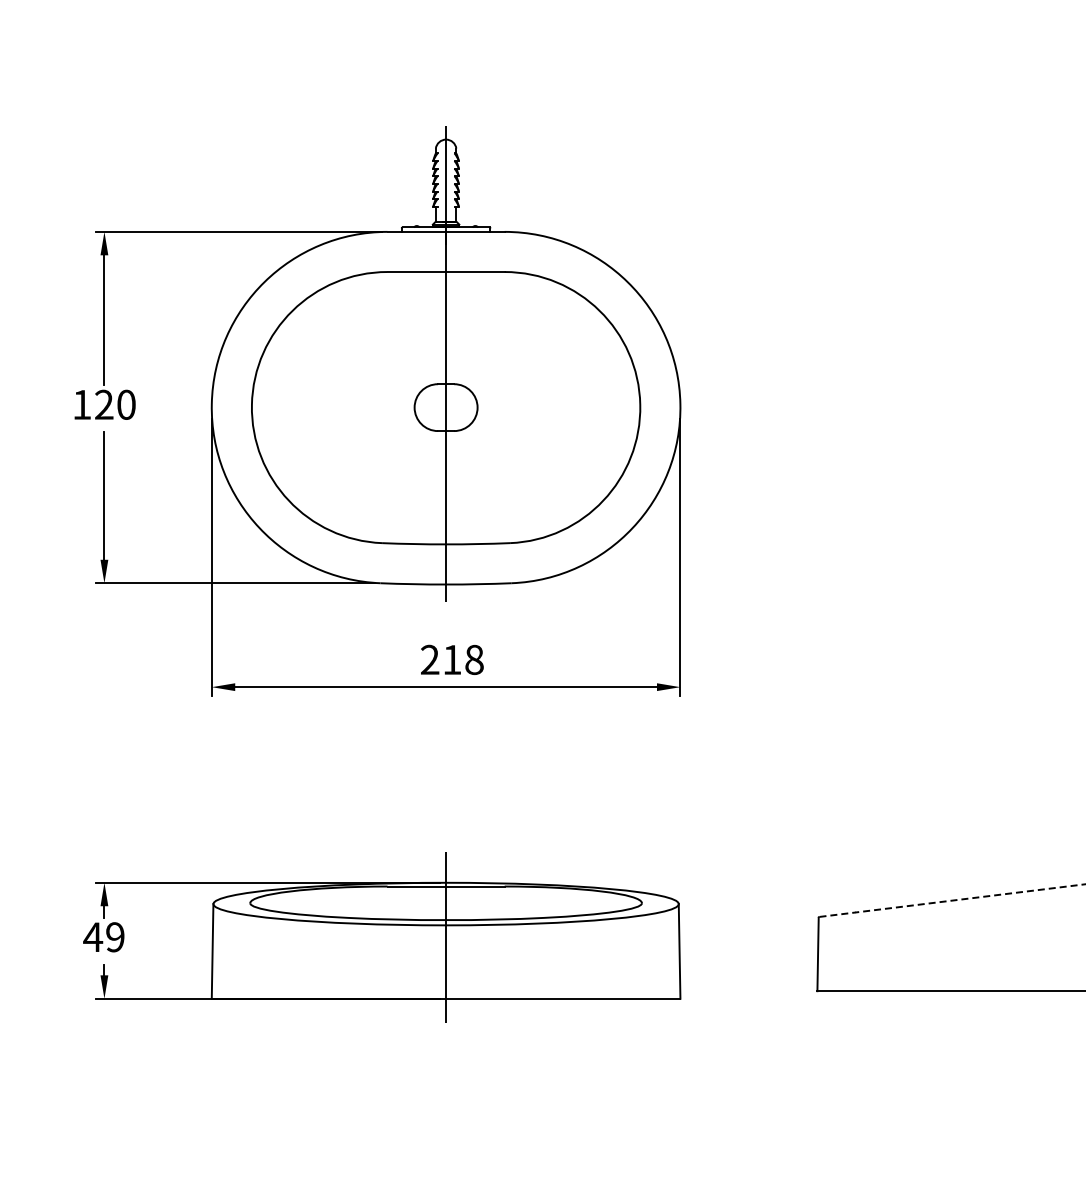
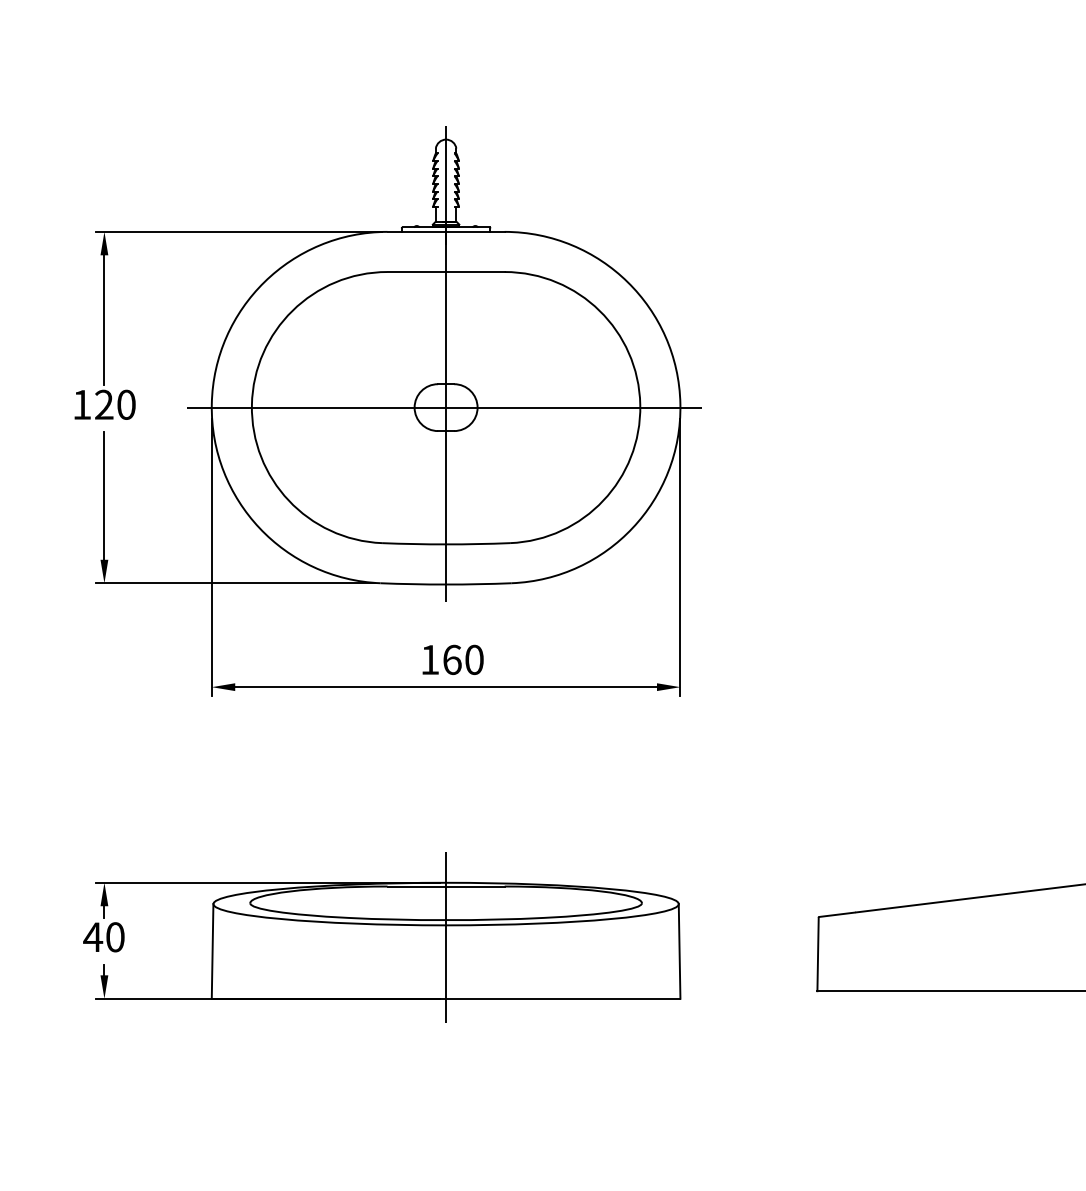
line at (443, 407): none -> present
text at (452, 659): 218 -> 160
line at (953, 900): dashed -> solid
text at (115, 937): 49 -> 40
